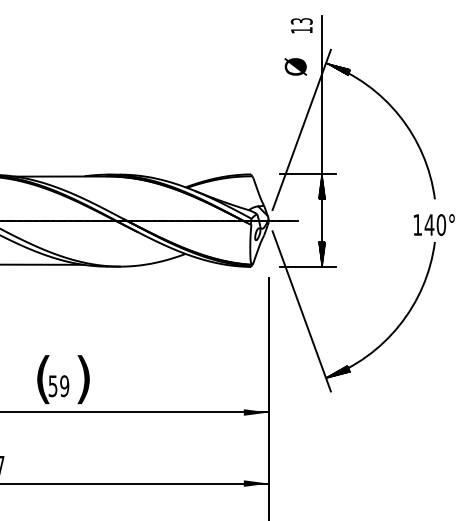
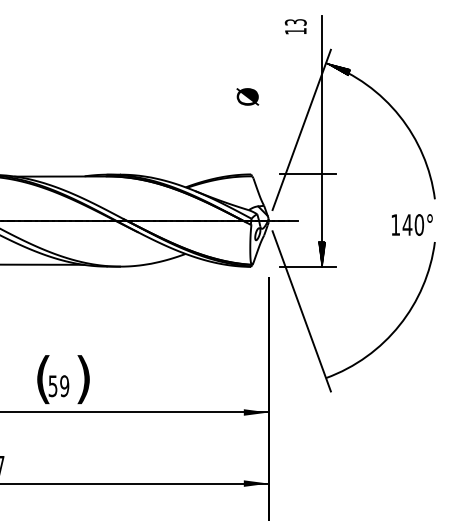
text at (301, 25) position: (301, 25) -> (295, 26)
text at (295, 66) position: (295, 66) -> (247, 96)
hatch at (321, 186): present -> none
text at (434, 224) position: (434, 224) -> (412, 224)
hatch at (338, 371): present -> none
